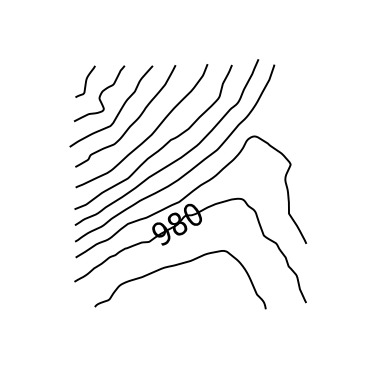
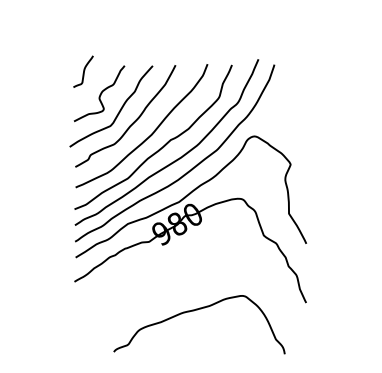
curve at (85, 81) position: (85, 81) -> (83, 71)
curve at (175, 266) position: (175, 266) -> (194, 311)
